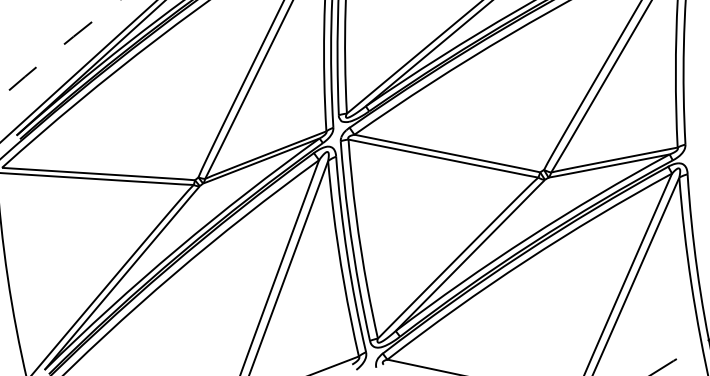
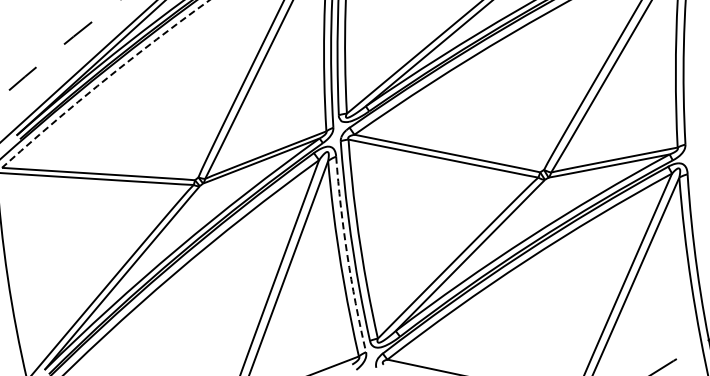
arc at (104, 80): solid -> dashed
arc at (347, 255): solid -> dashed
